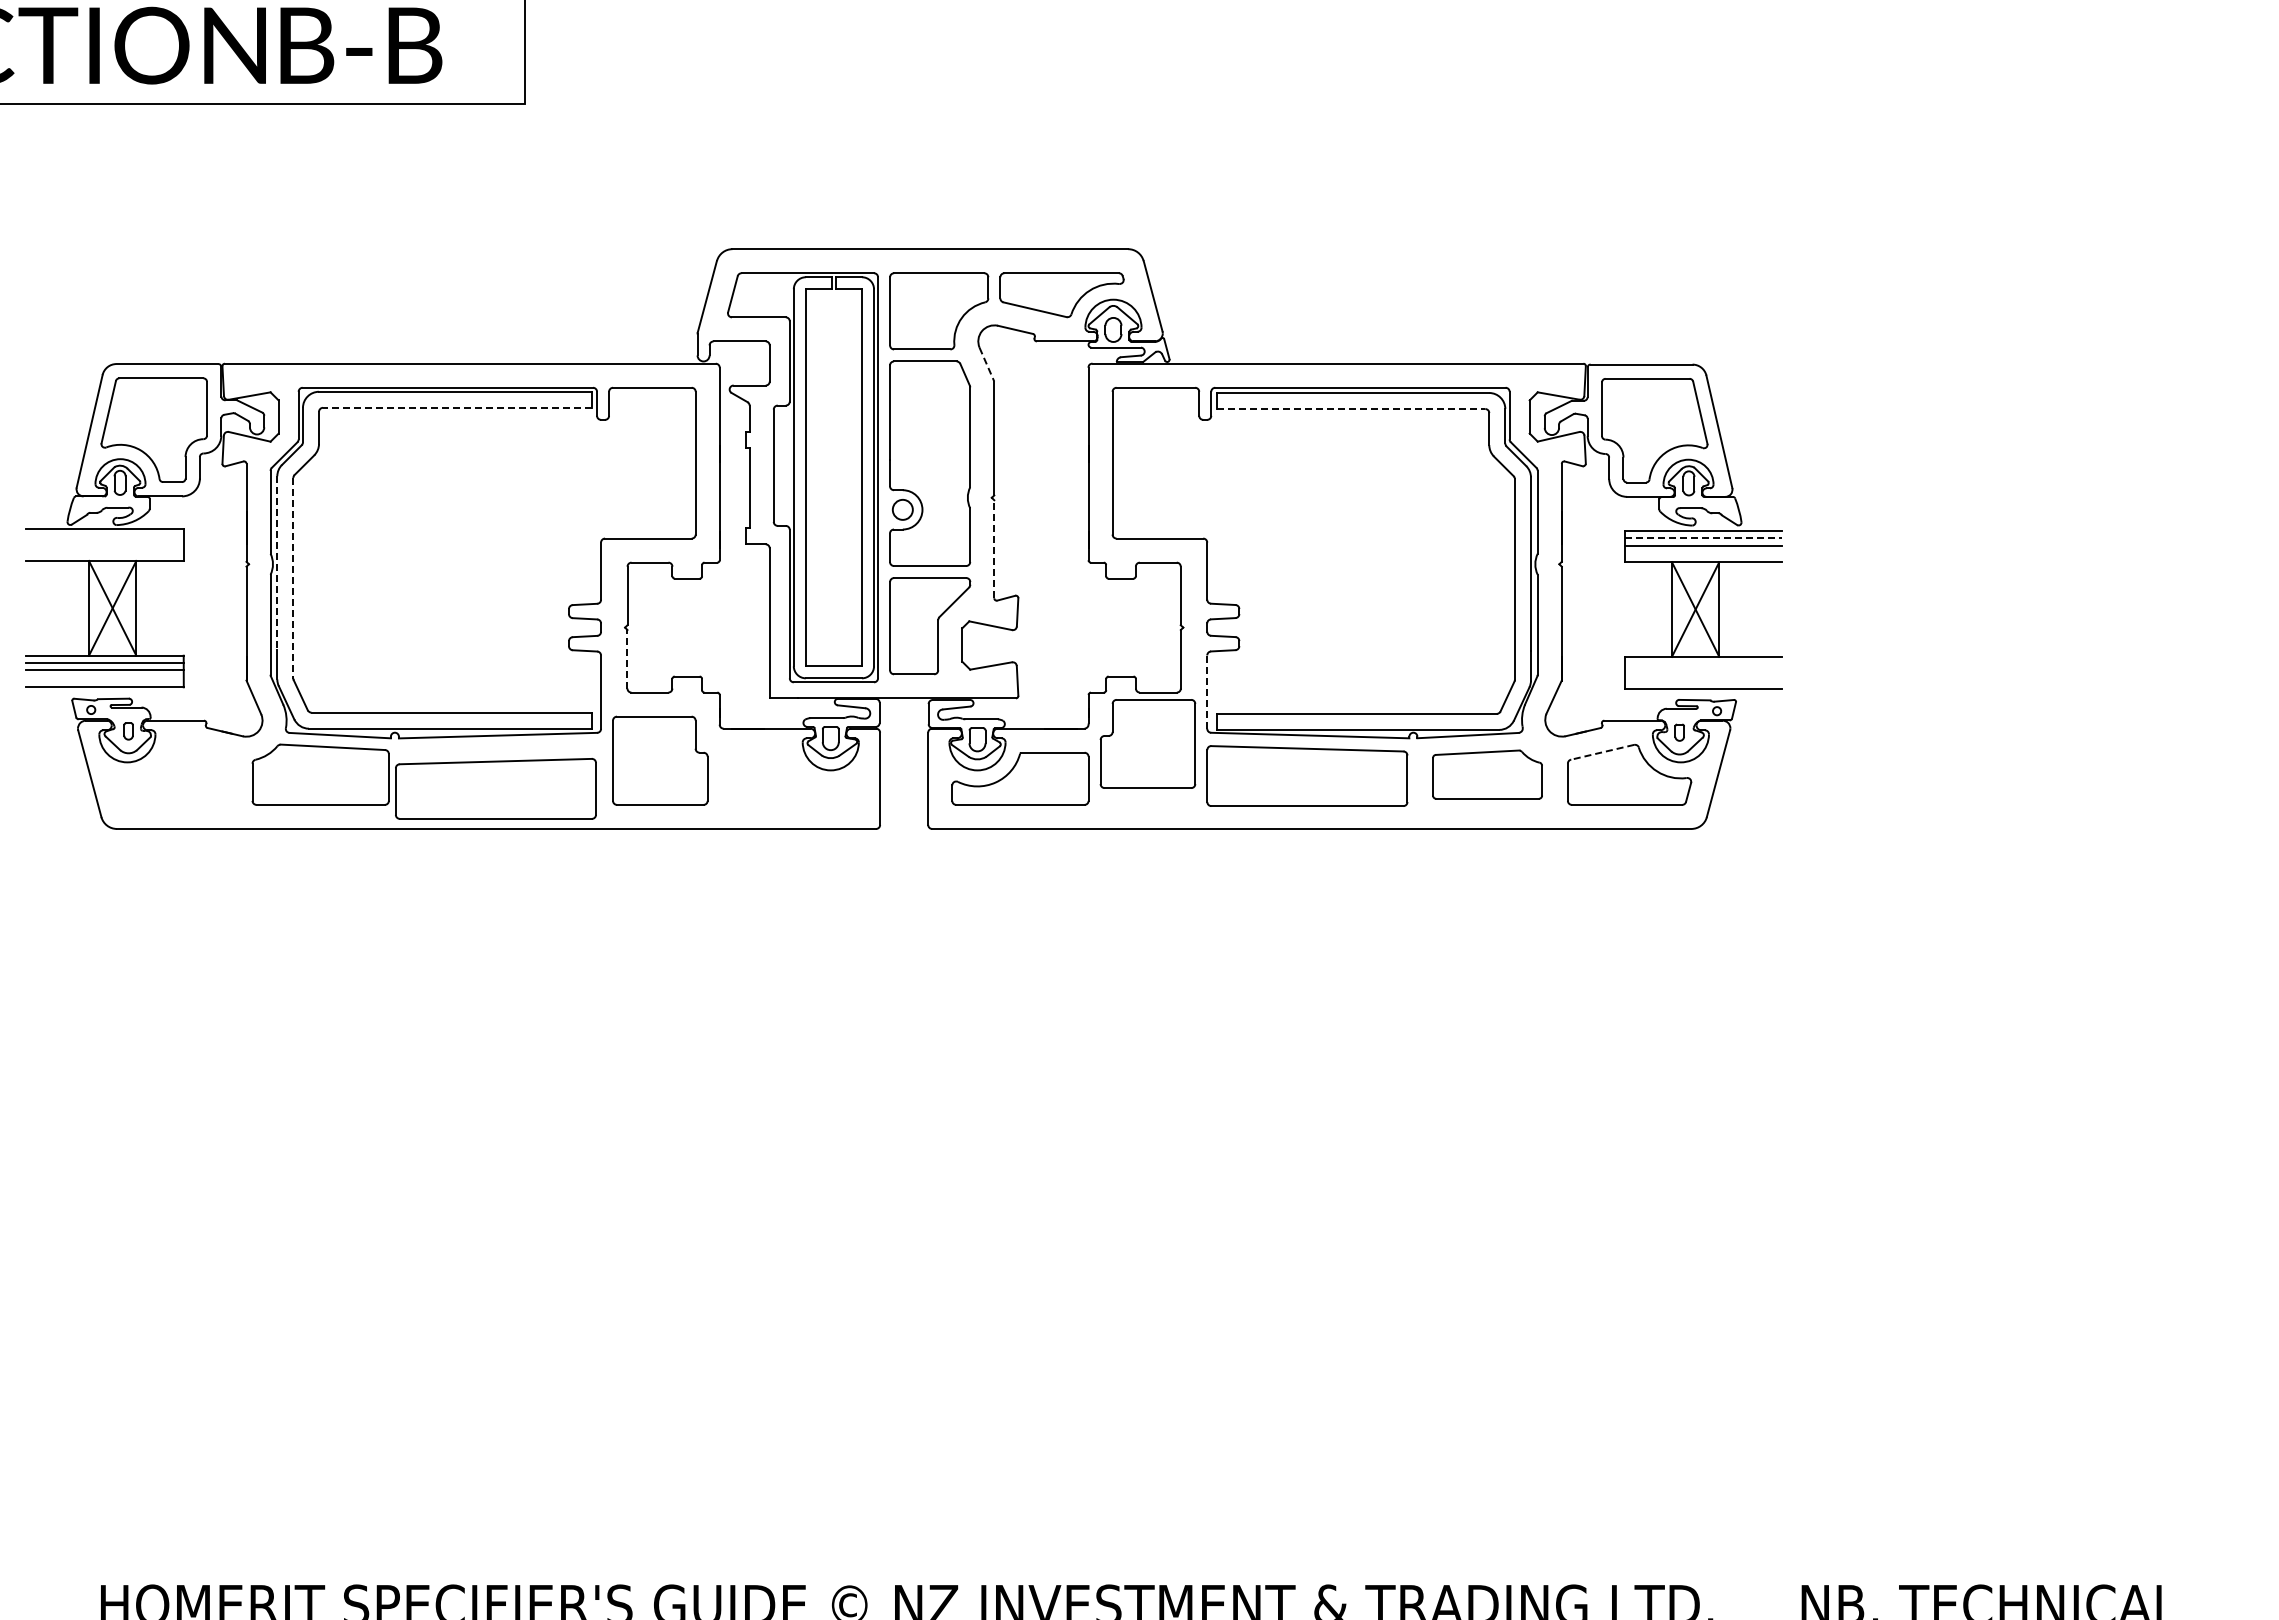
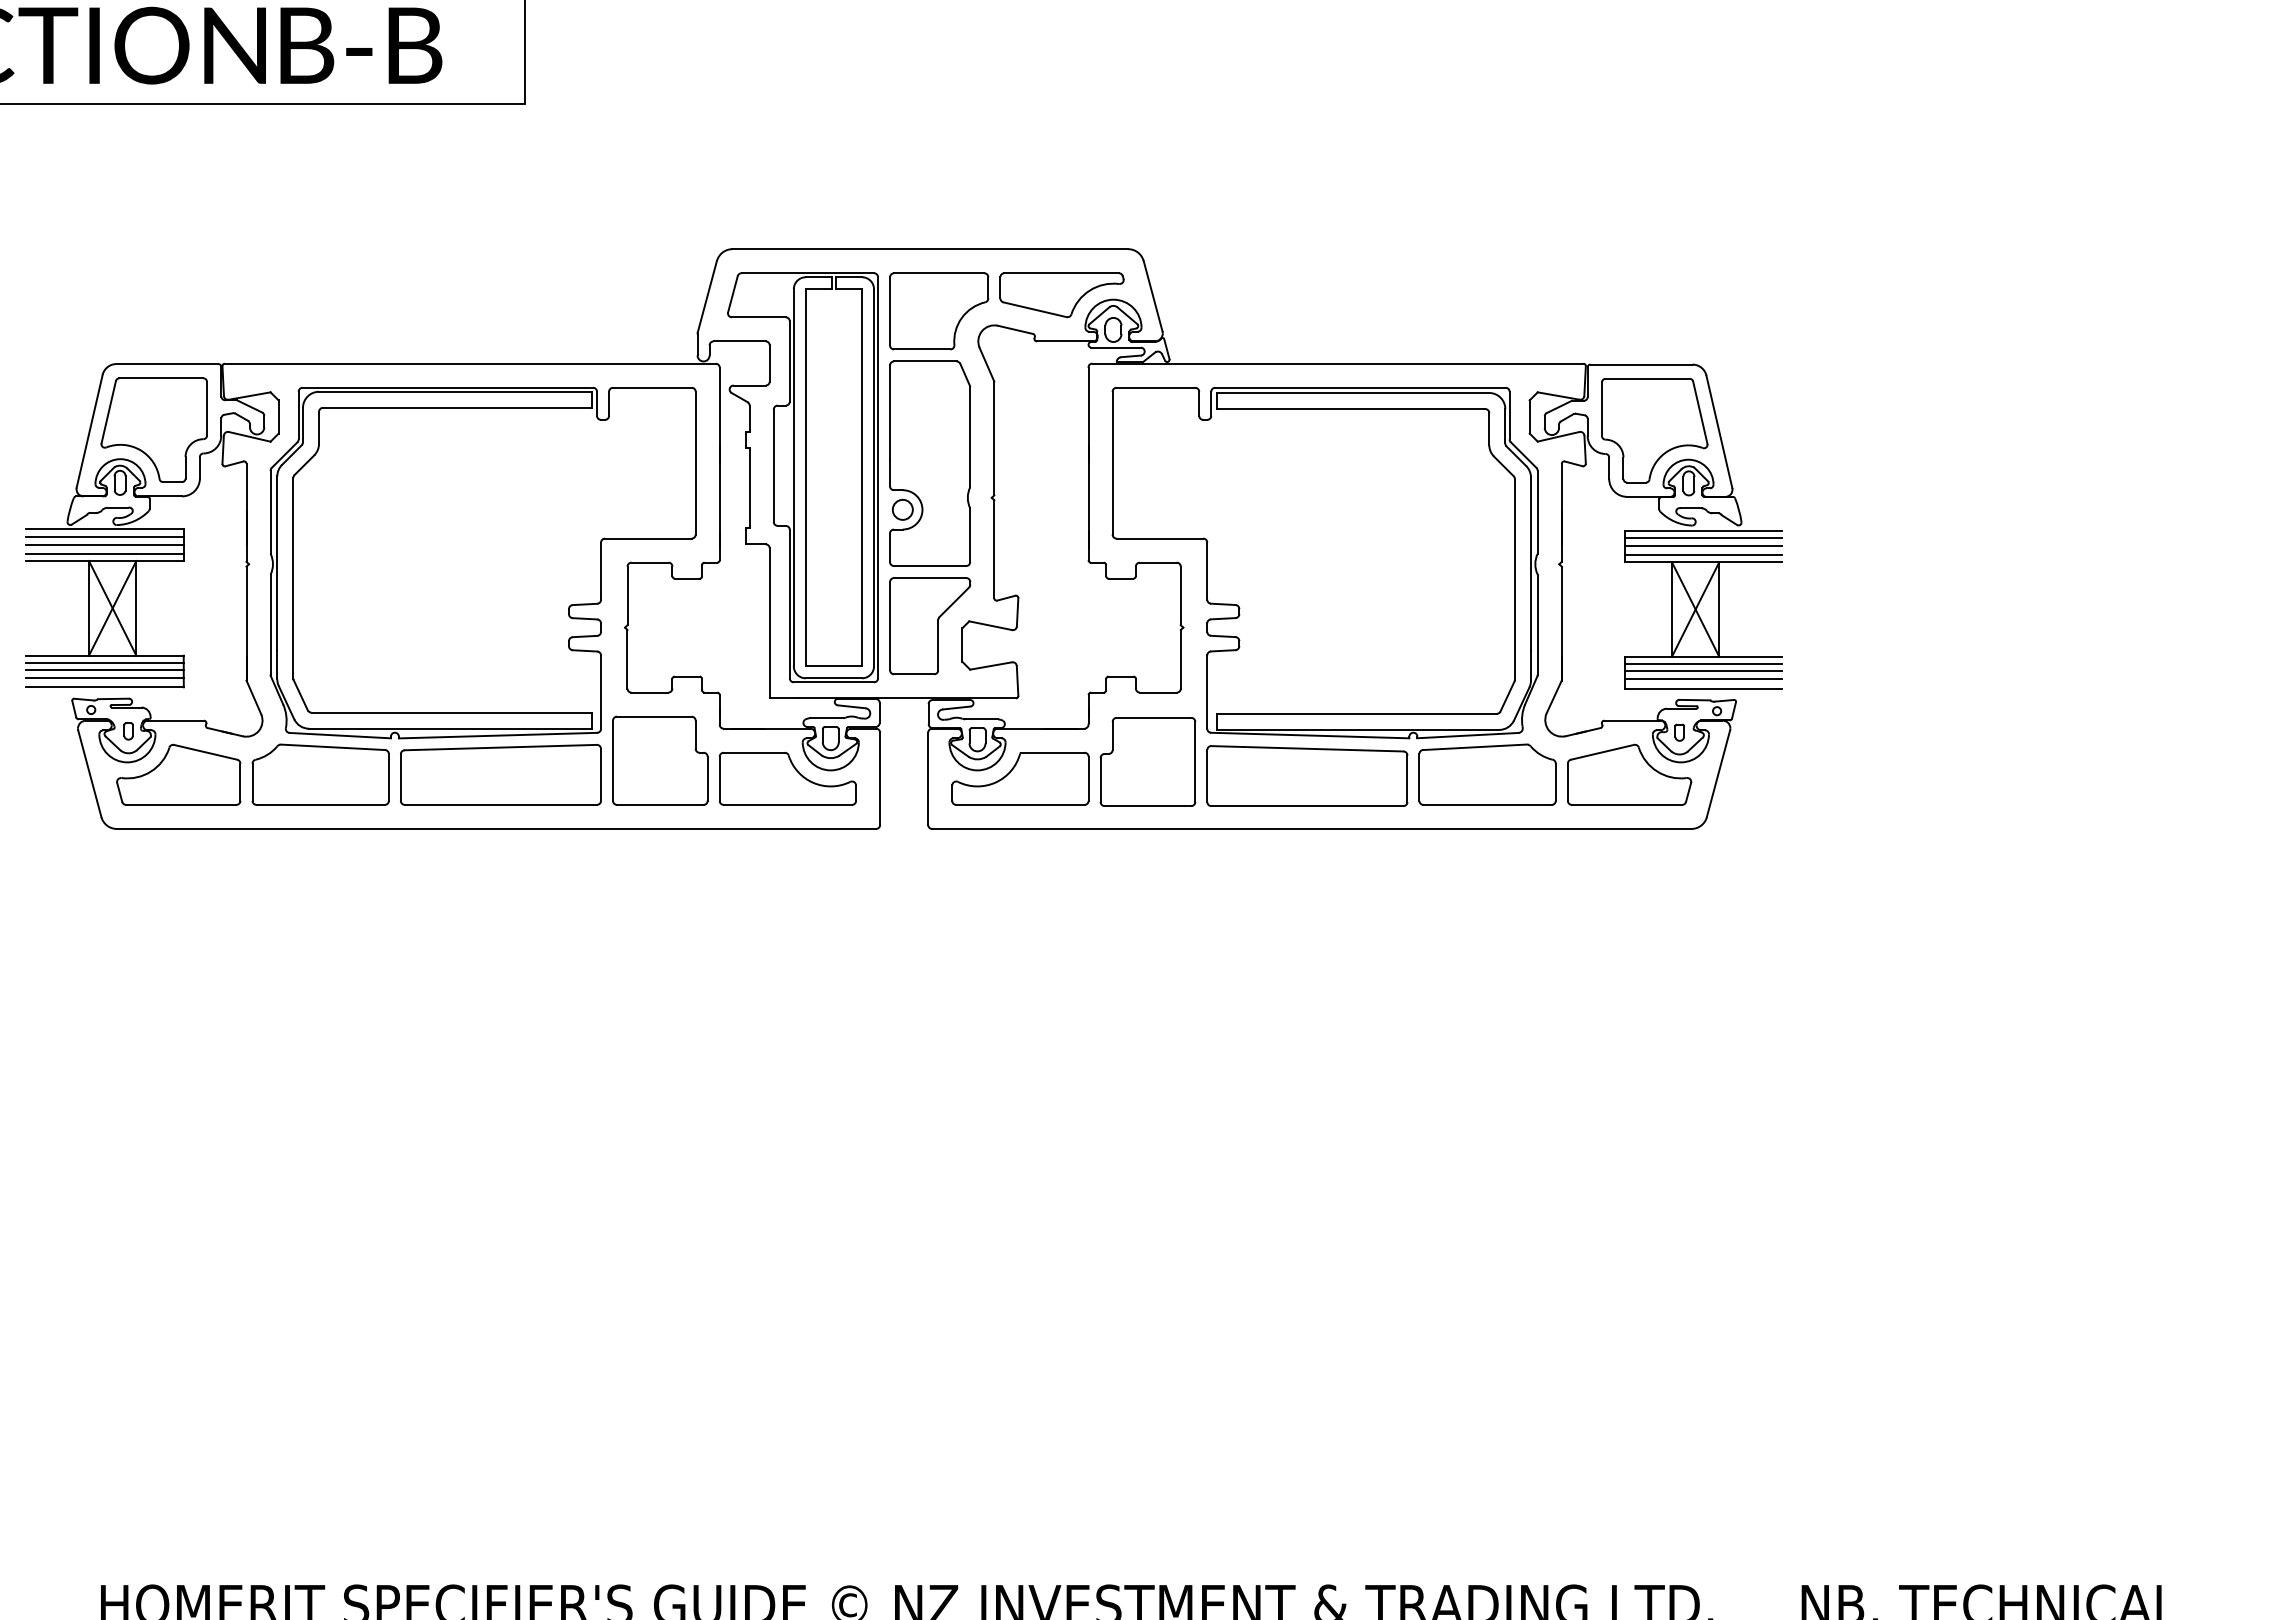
line at (987, 365): dashed -> solid
line at (456, 407): dashed -> solid
line at (1351, 409): dashed -> solid
line at (104, 537): none -> present
line at (1703, 538): dashed -> solid
line at (104, 545): none -> present
line at (994, 548): dashed -> solid
line at (104, 553): none -> present
line at (1703, 554): none -> present
line at (277, 563): dashed -> solid
line at (293, 578): dashed -> solid
line at (627, 658): dashed -> solid
line at (1703, 663): none -> present
line at (1703, 671): none -> present
line at (104, 677): none -> present
line at (1703, 678): none -> present
line at (1207, 692): dashed -> solid
part at (1147, 743) position: (1147, 743) -> (1147, 761)
line at (1602, 752): dashed -> solid
part at (178, 774): none -> present
part at (1487, 774) size: 111x51 px -> 139x63 px
part at (787, 778): none -> present
part at (495, 788) position: (495, 788) -> (500, 774)
